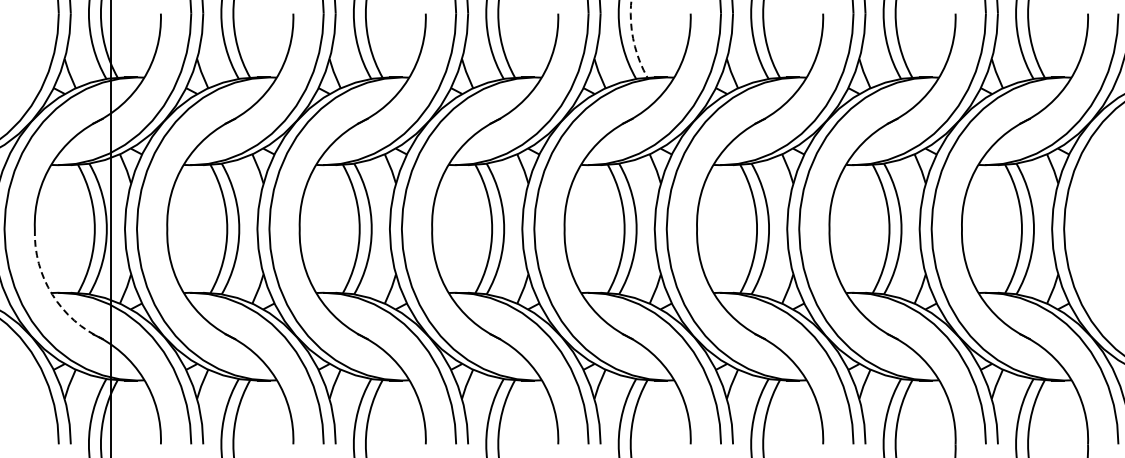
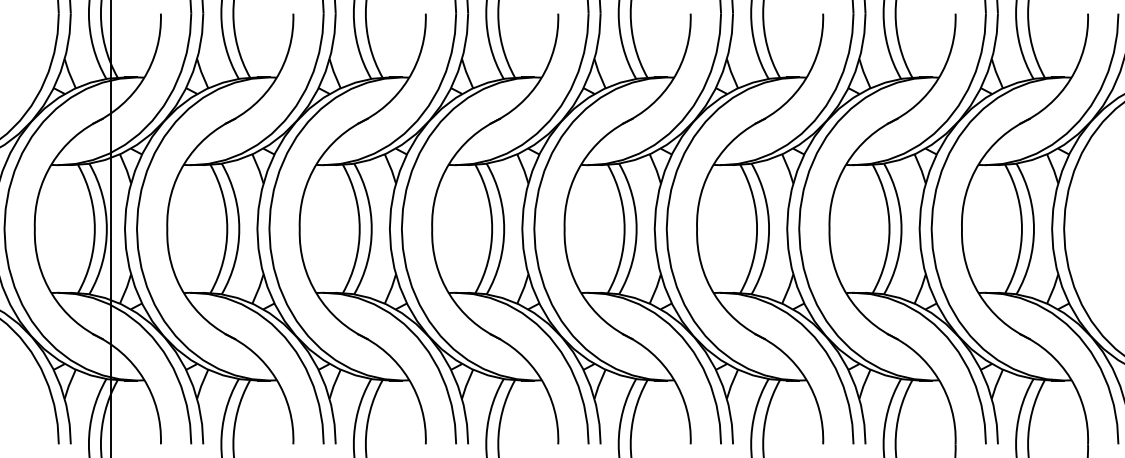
arc at (633, 40): dashed -> solid
arc at (52, 294): dashed -> solid
